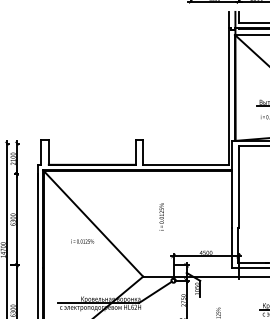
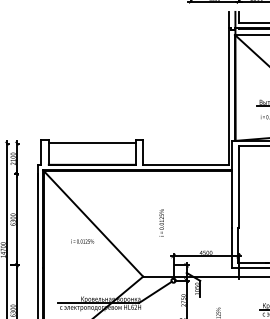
line at (91, 143): none -> present
text at (161, 216) position: (161, 216) -> (161, 222)
